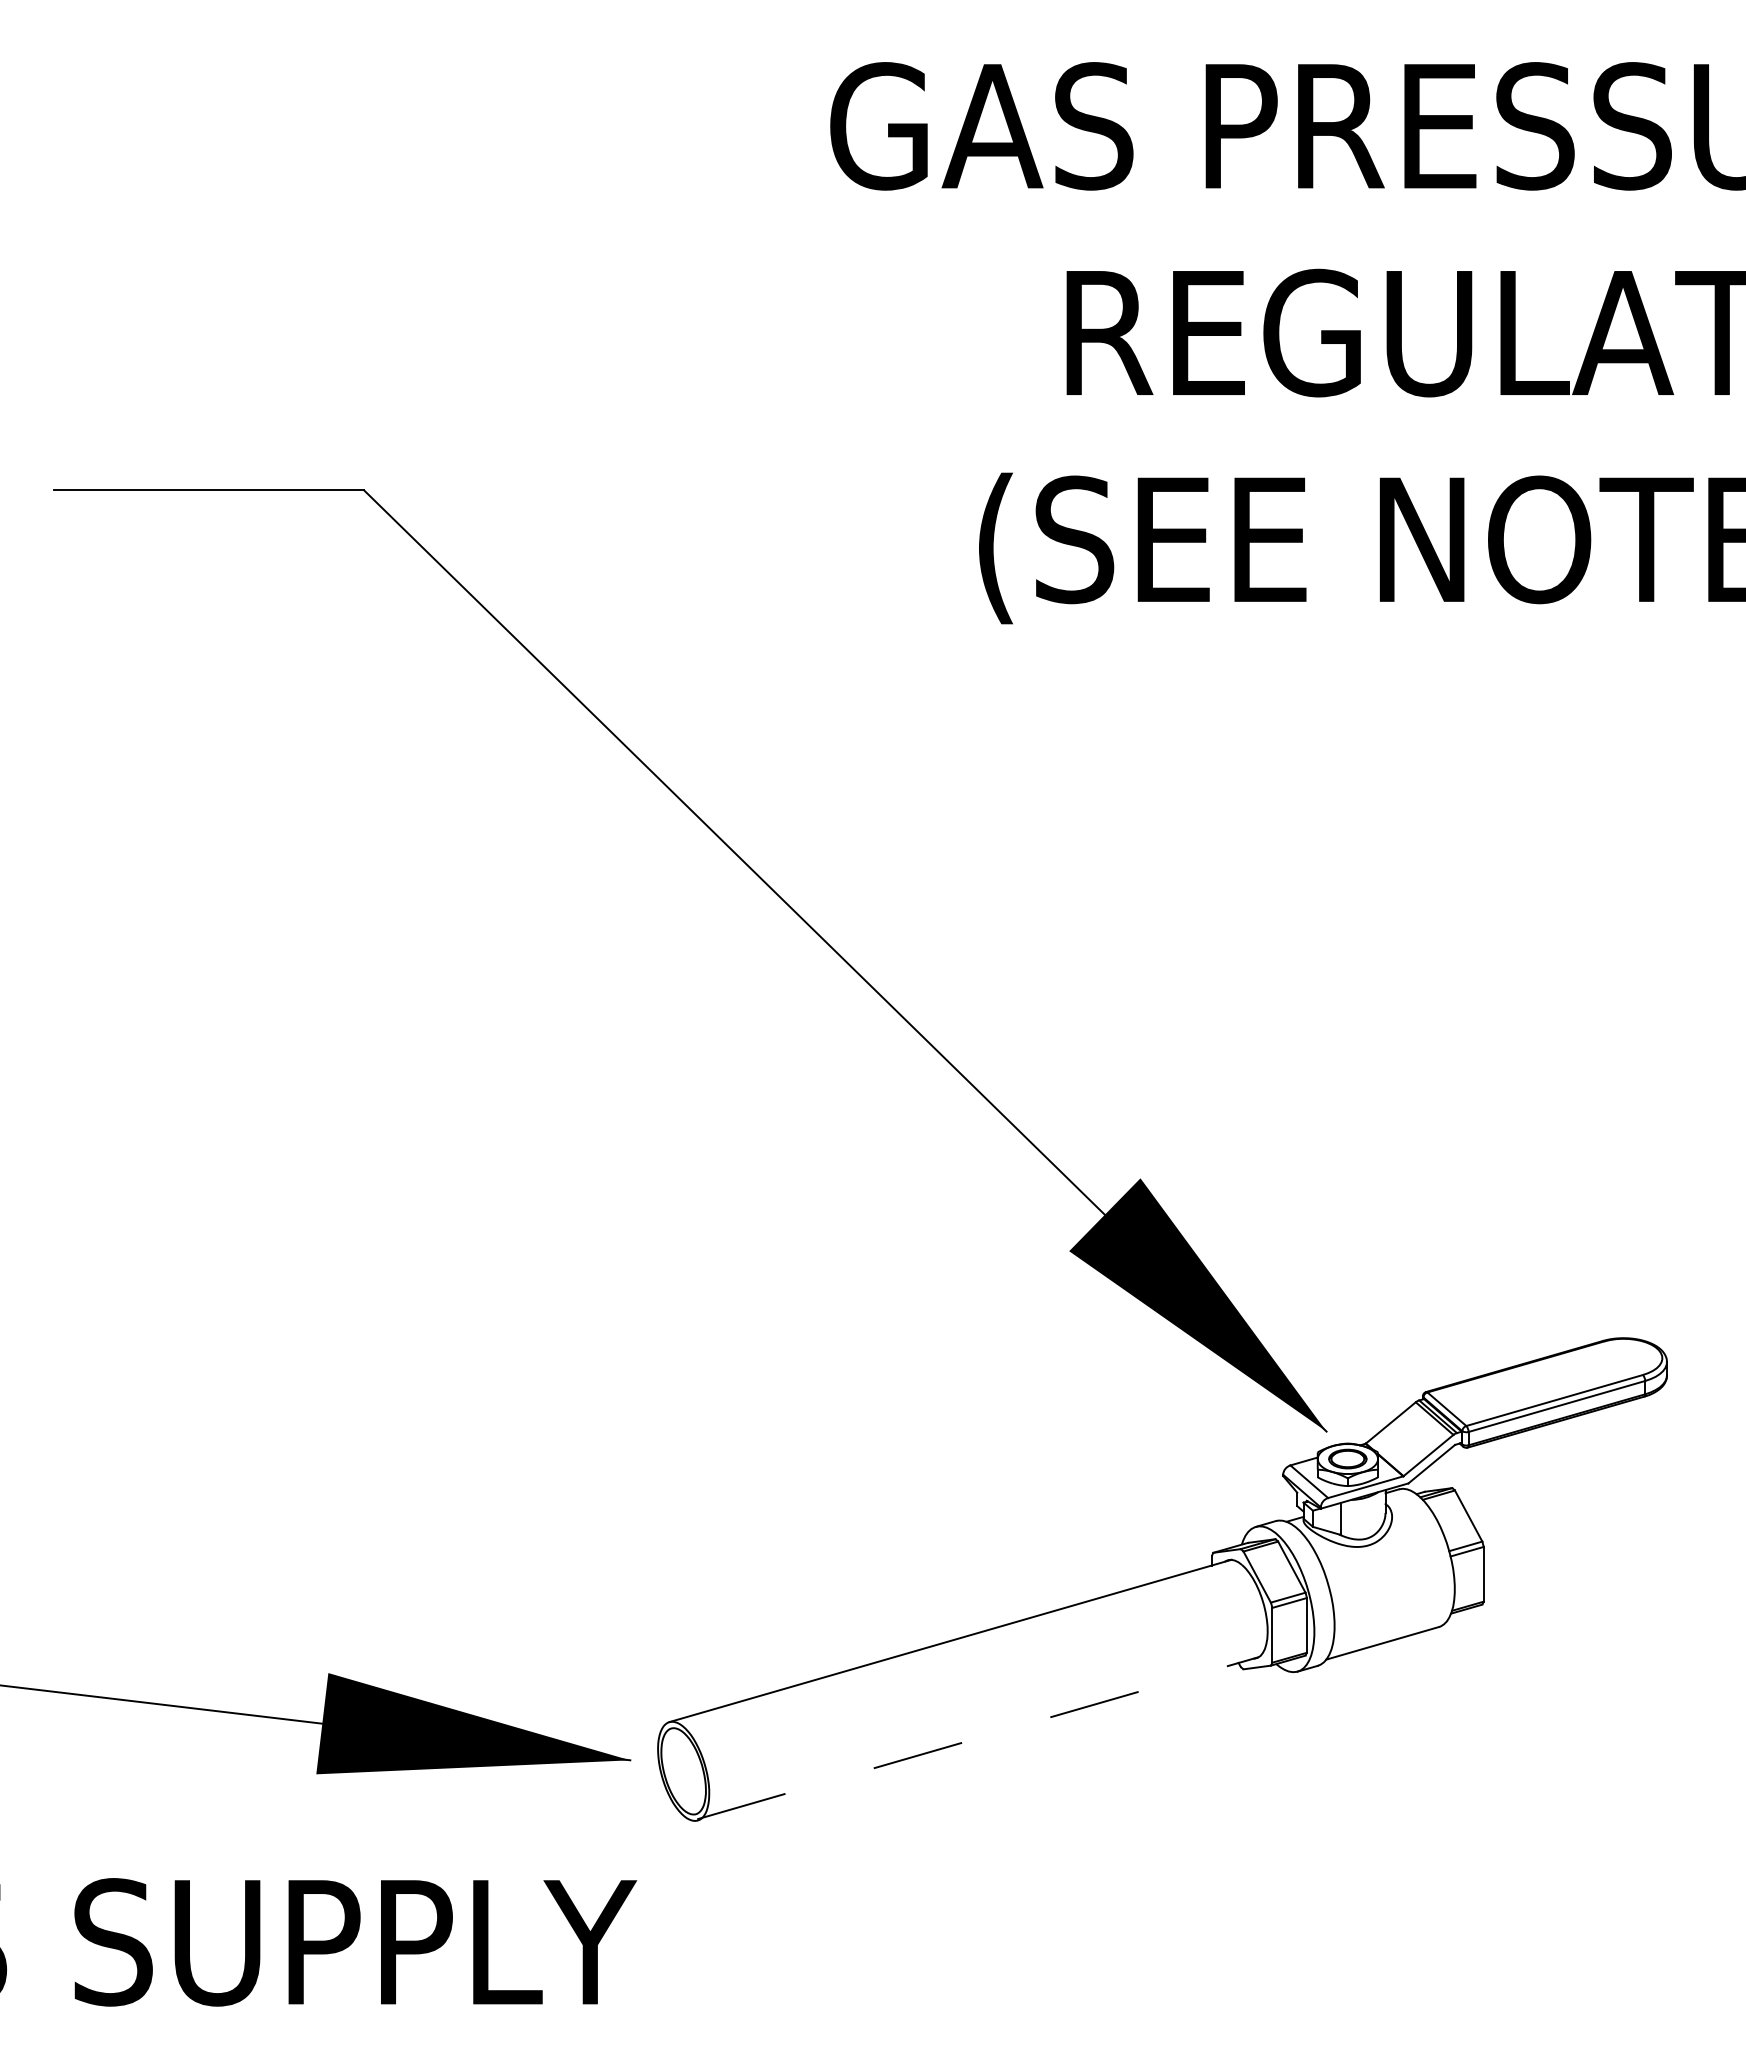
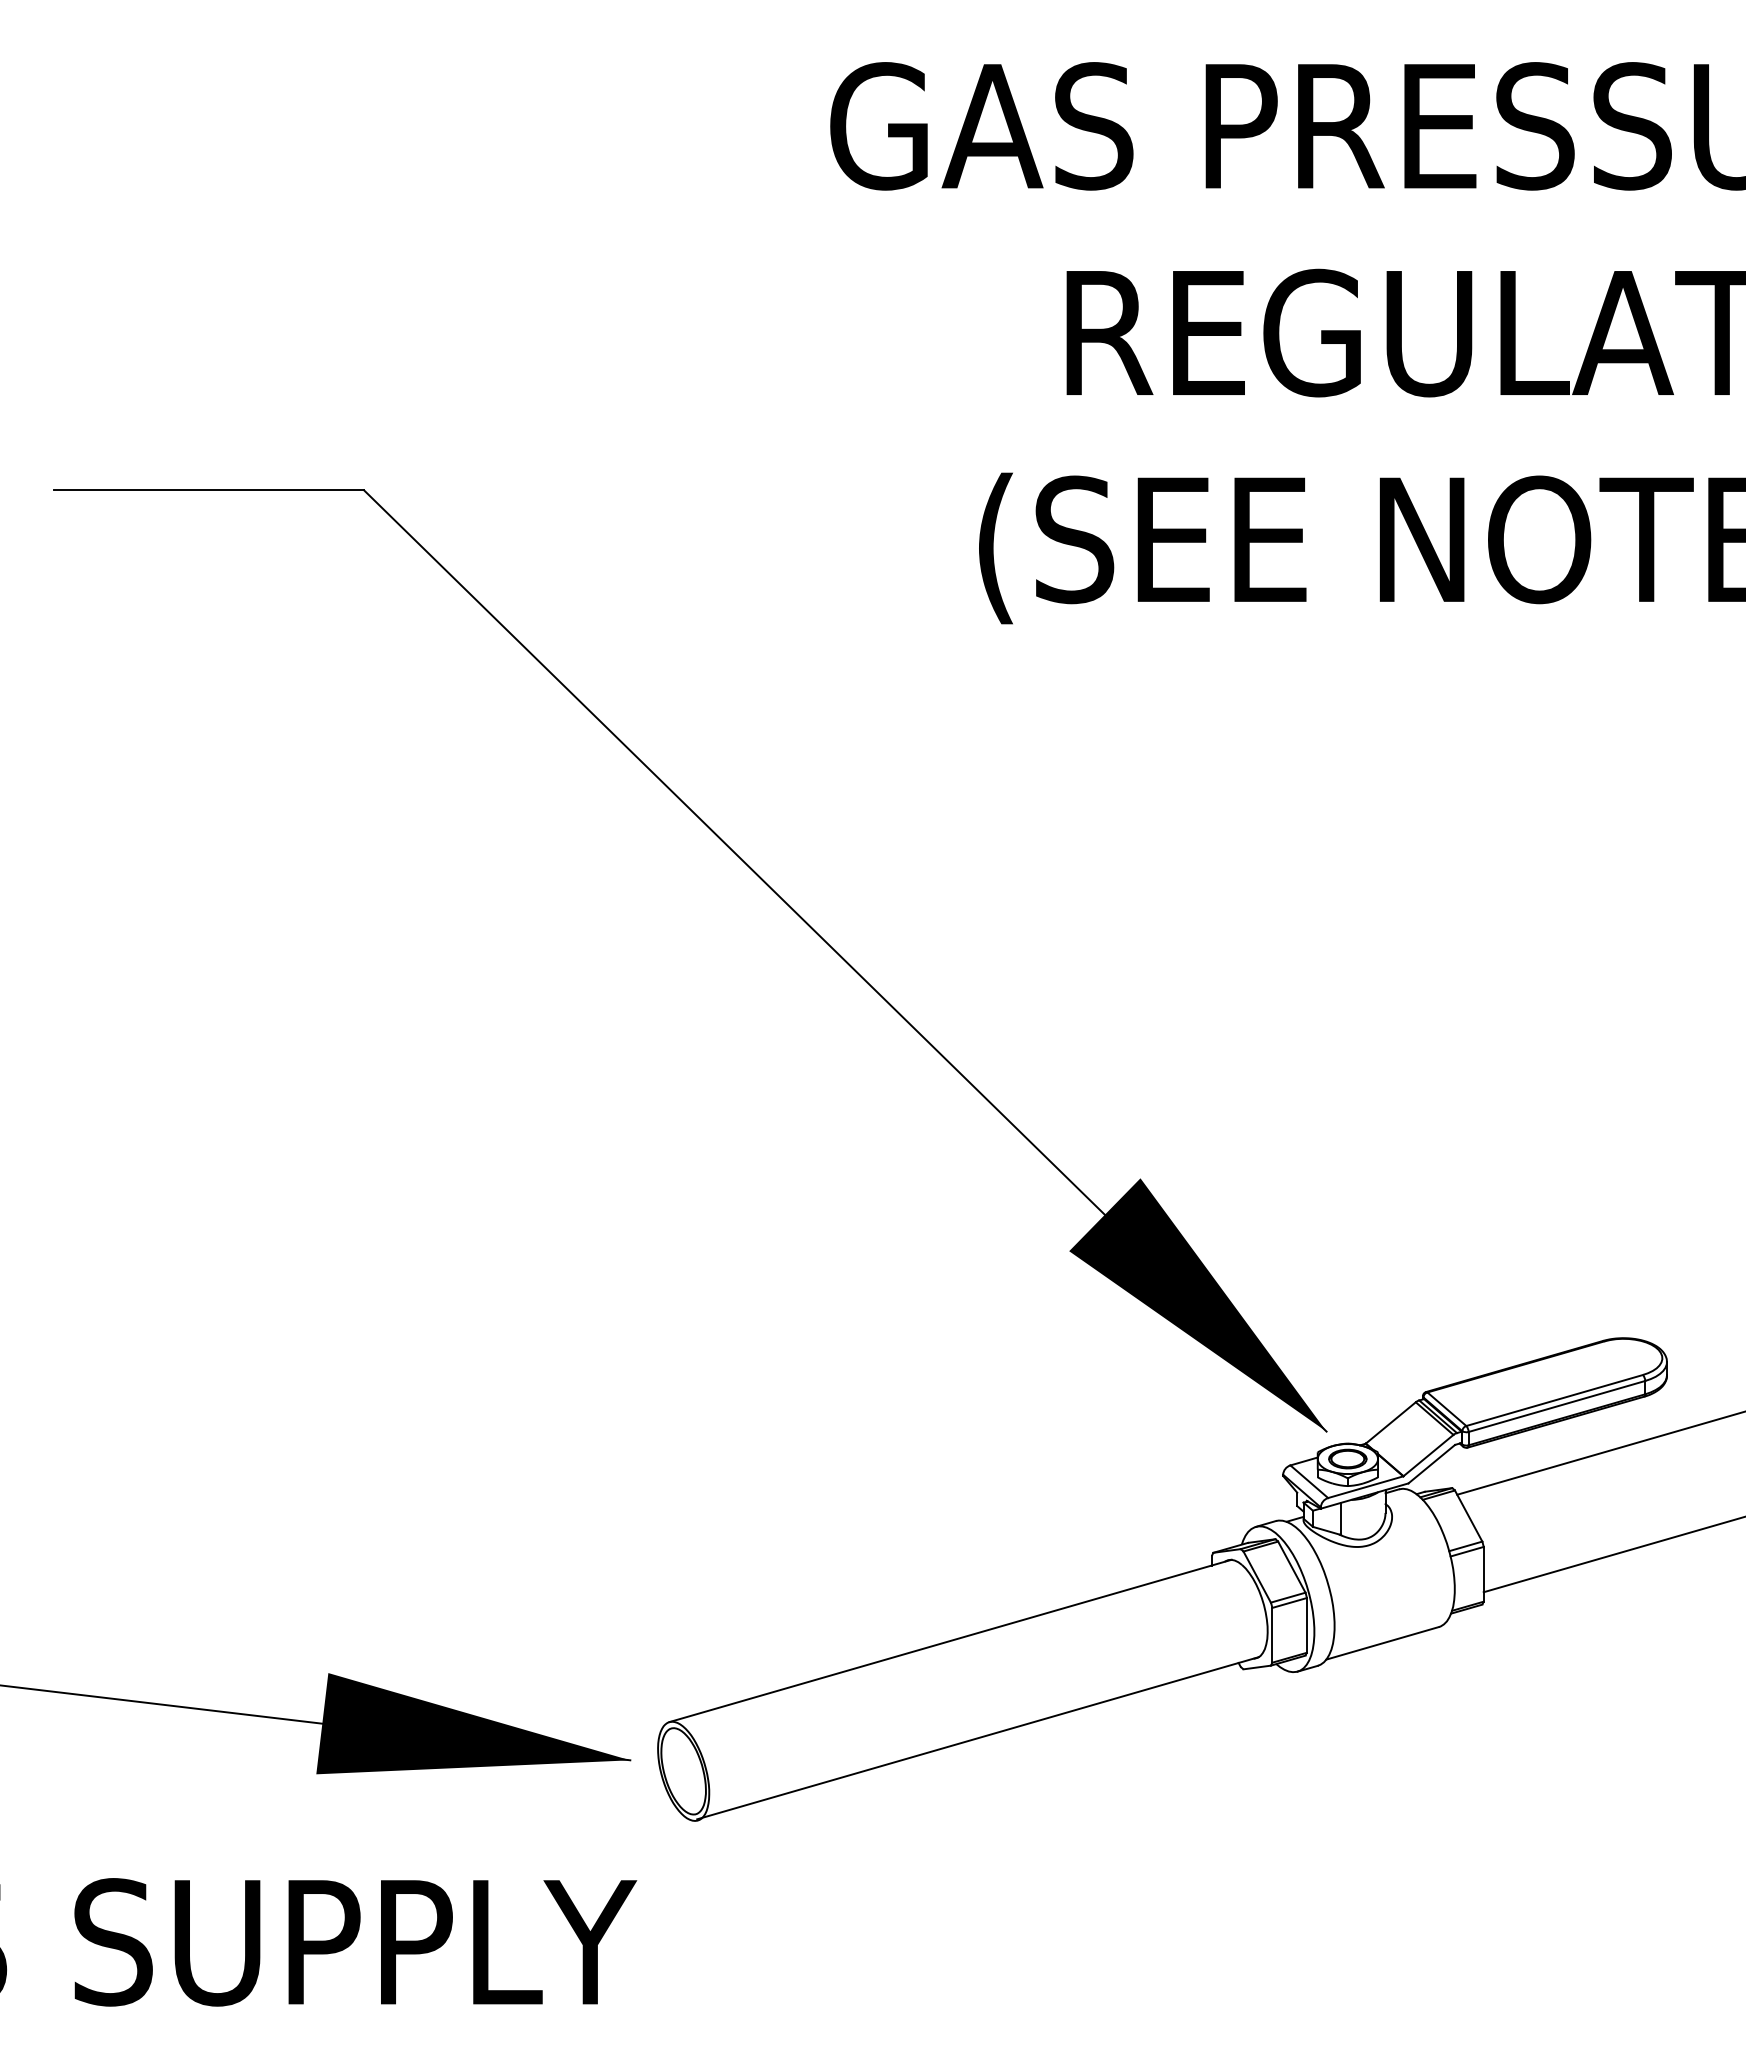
line at (1599, 1453): none -> present
line at (1612, 1554): none -> present
line at (978, 1738): dashed -> solid
